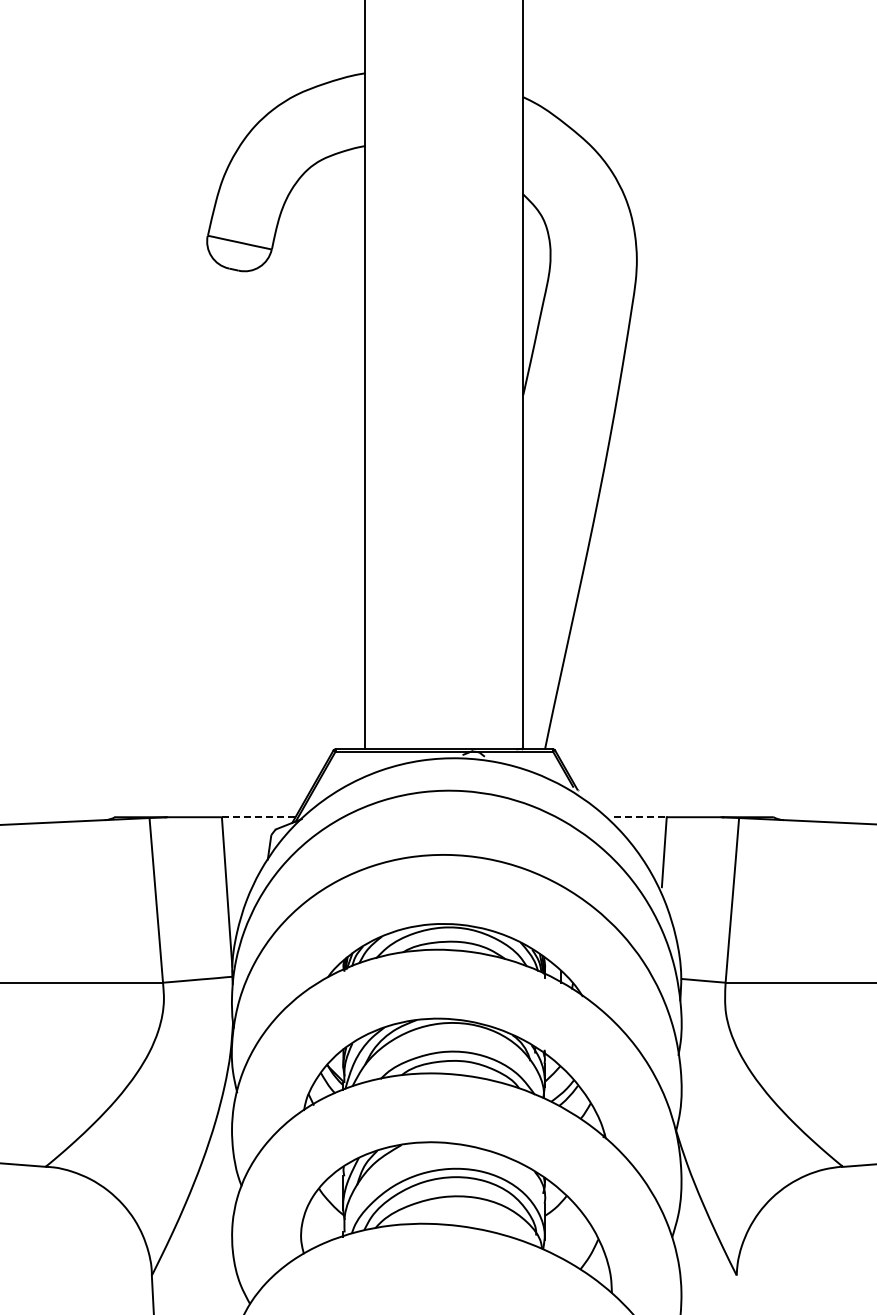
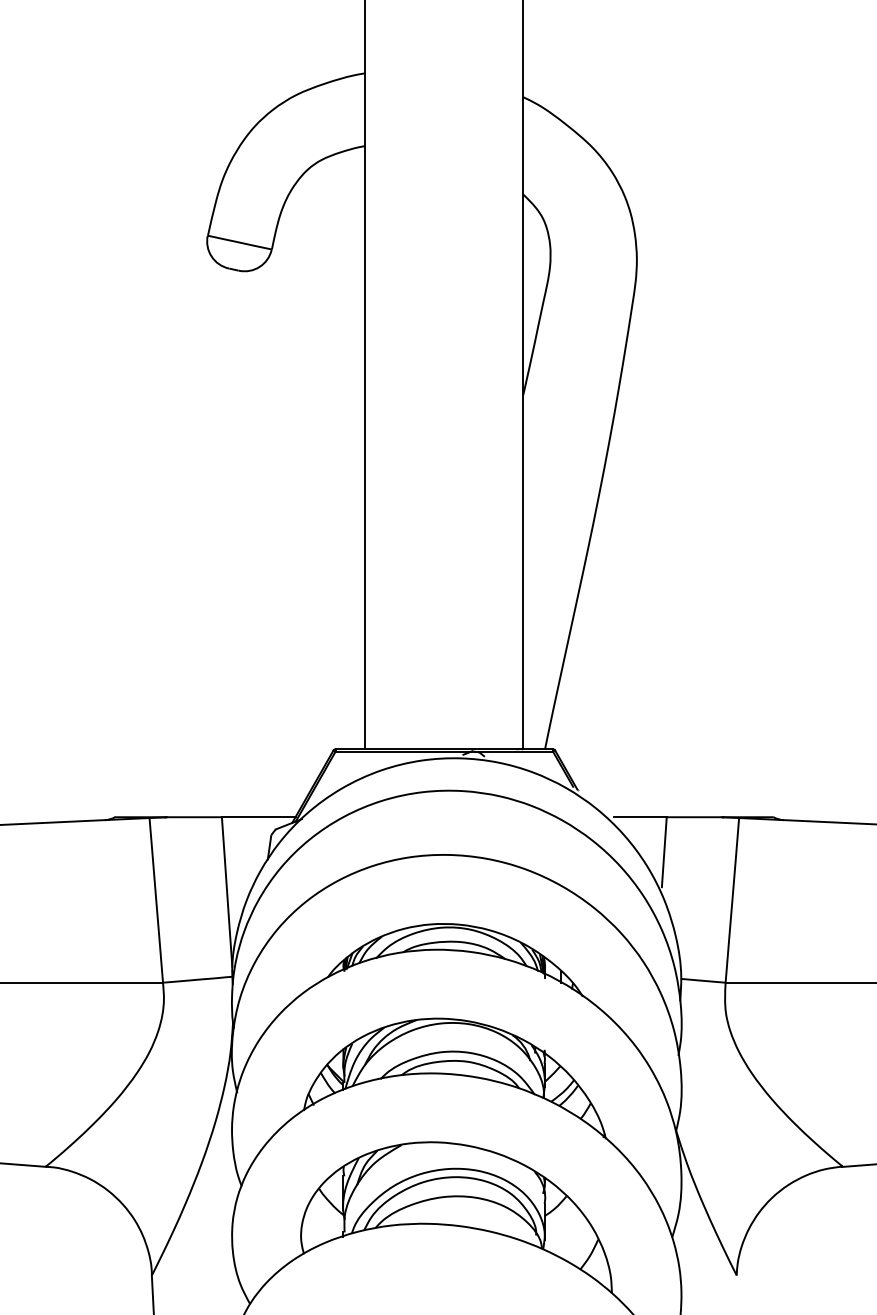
line at (258, 817): dashed -> solid
line at (640, 817): dashed -> solid
